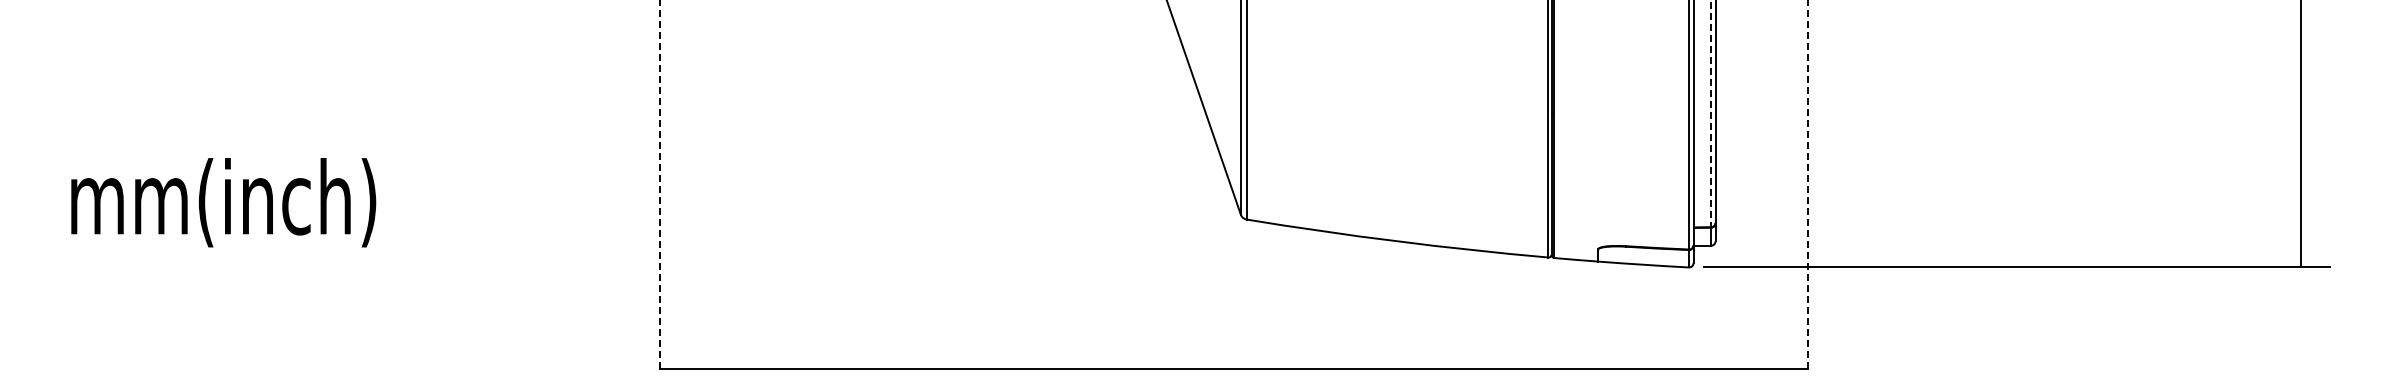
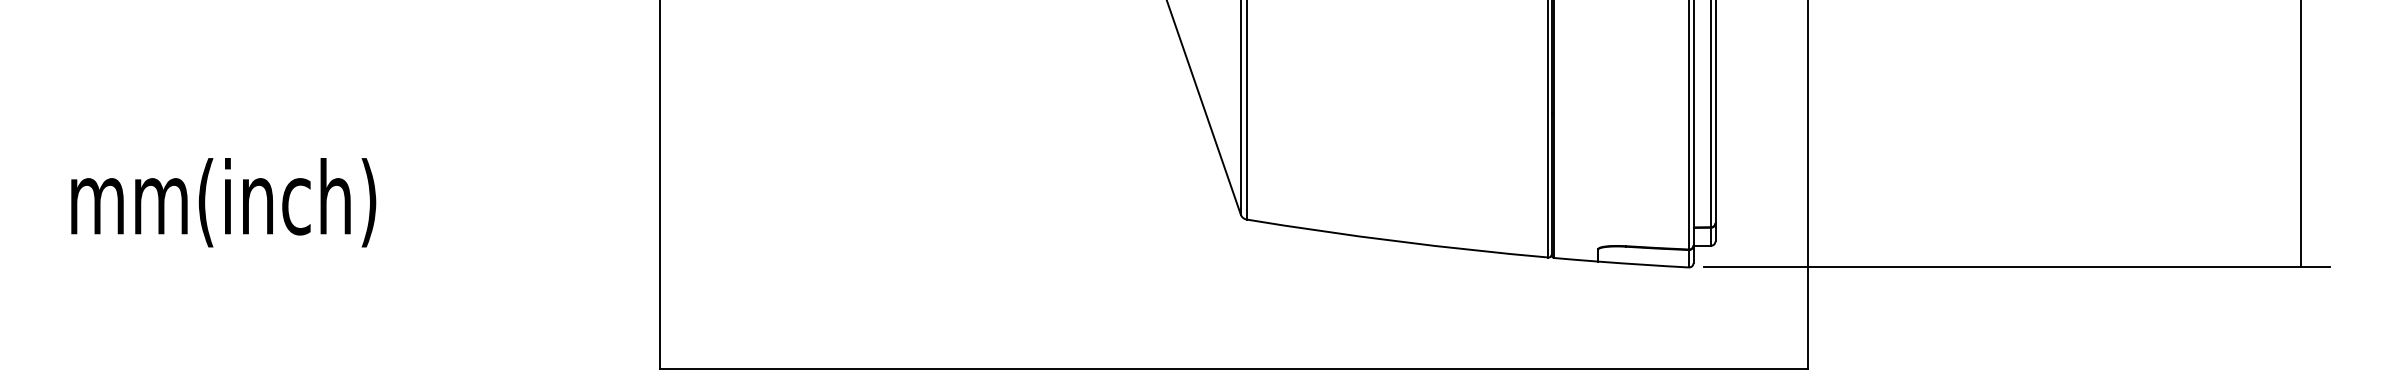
line at (1711, 114): dashed -> solid
line at (659, 184): dashed -> solid
line at (1808, 185): dashed -> solid
